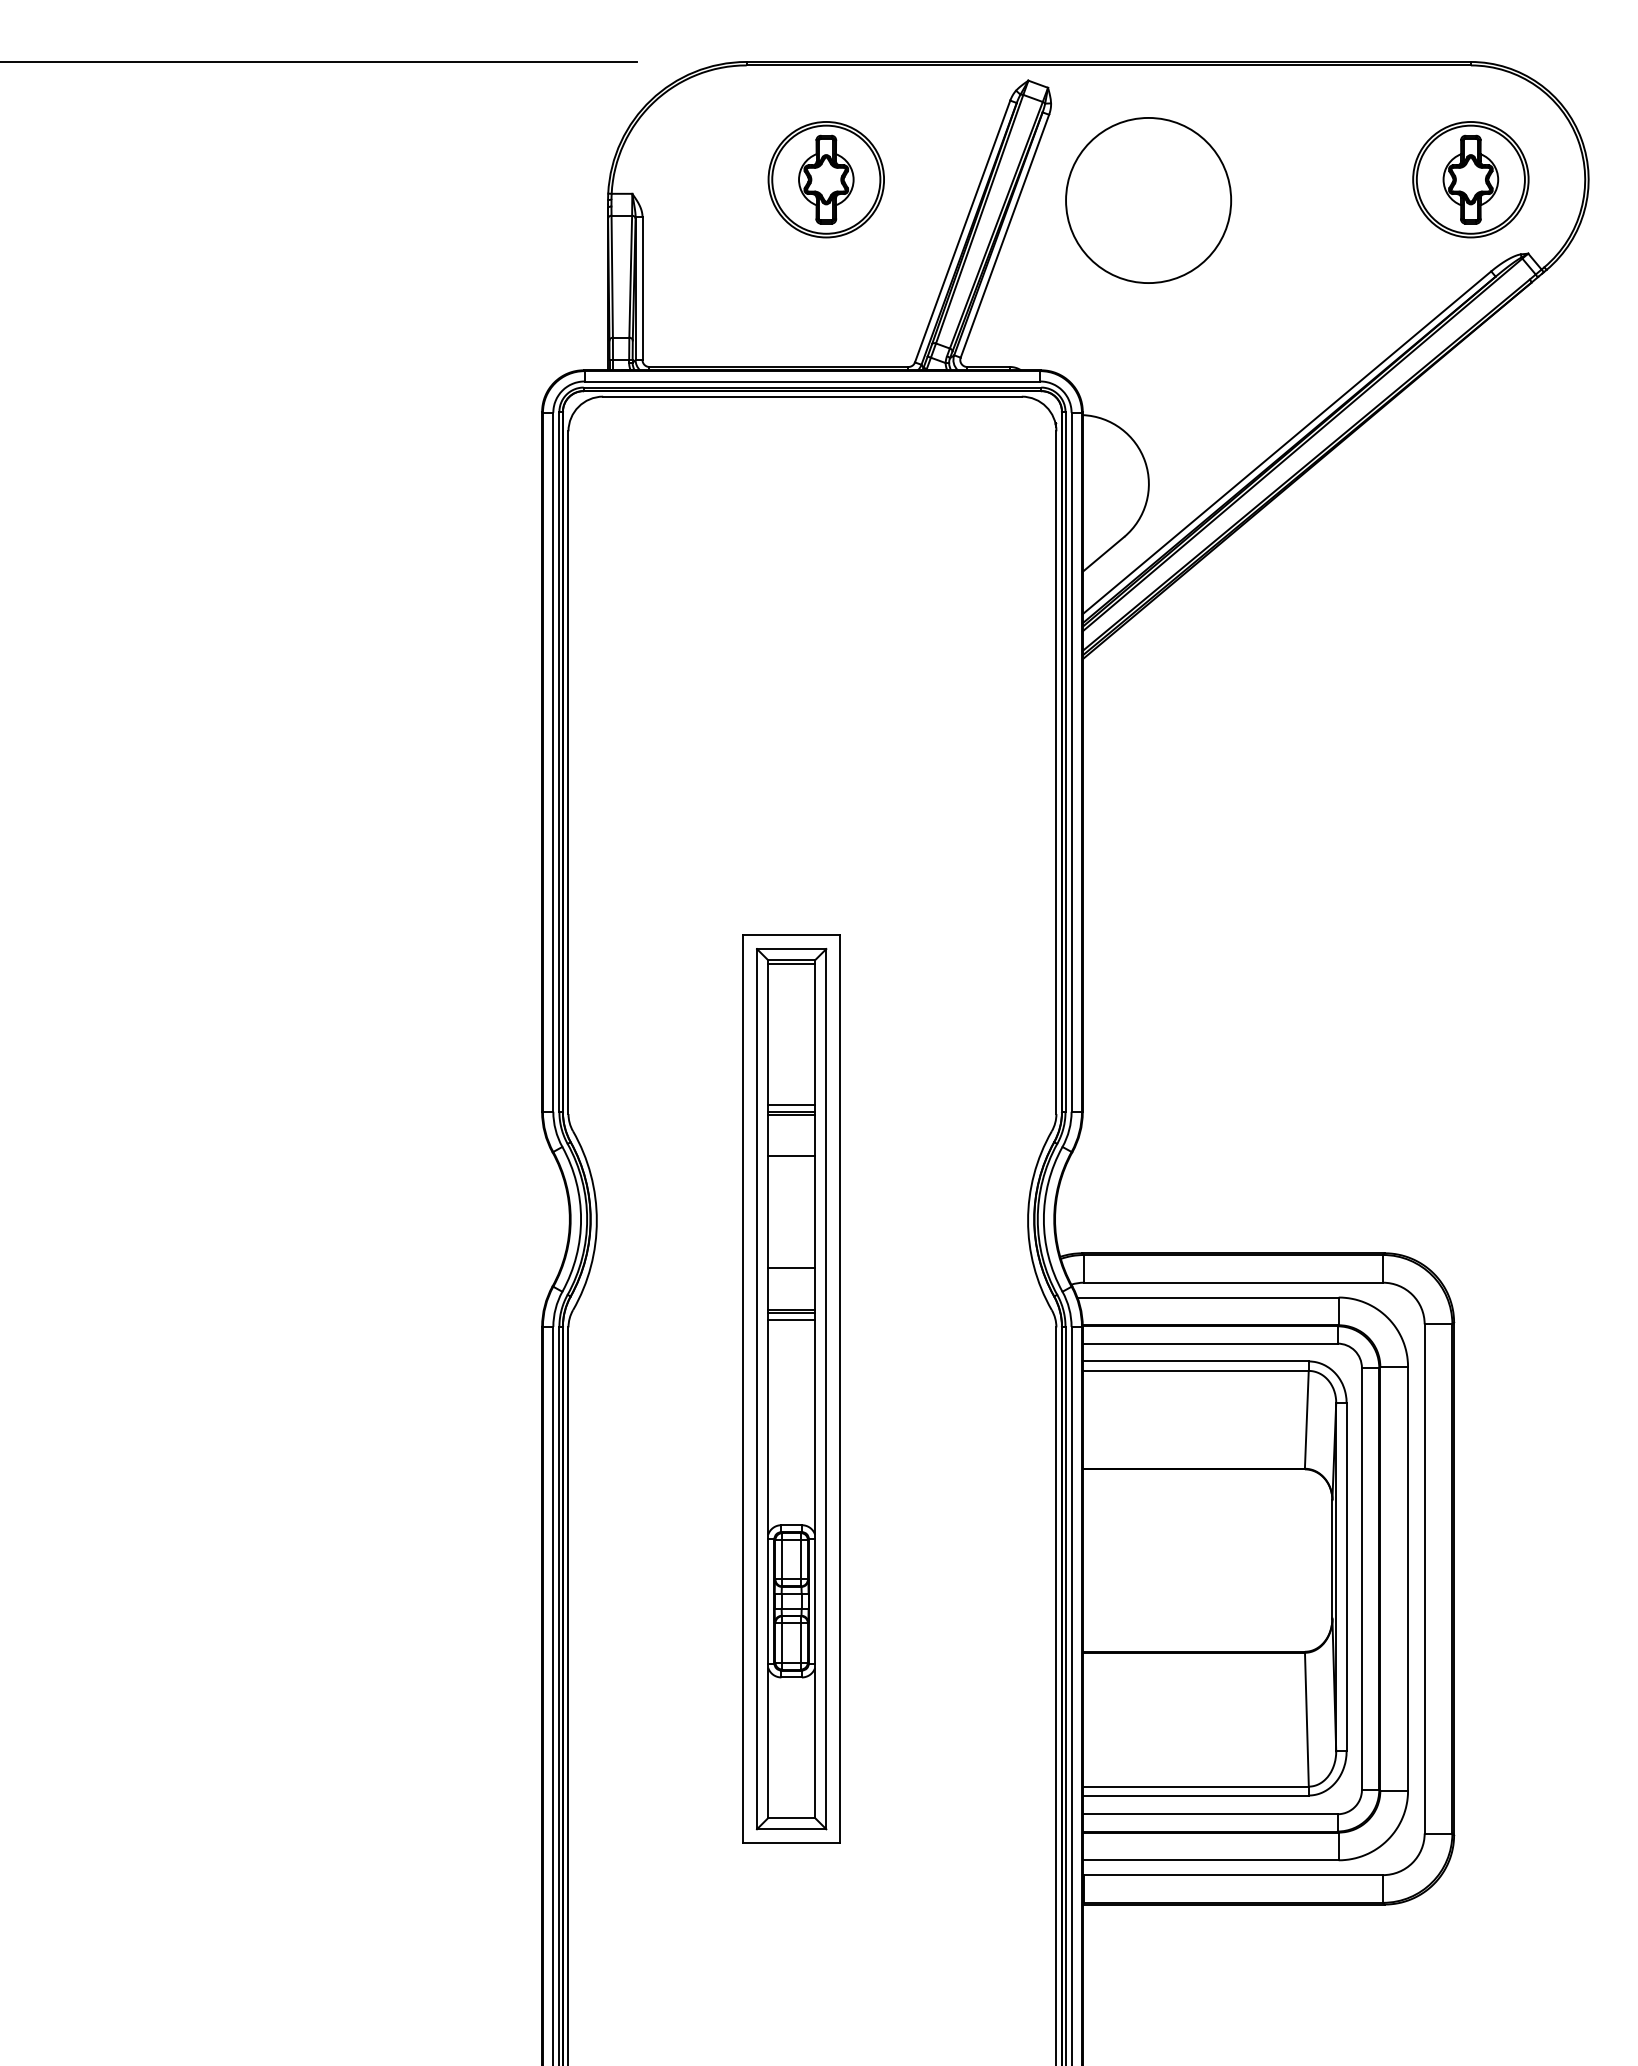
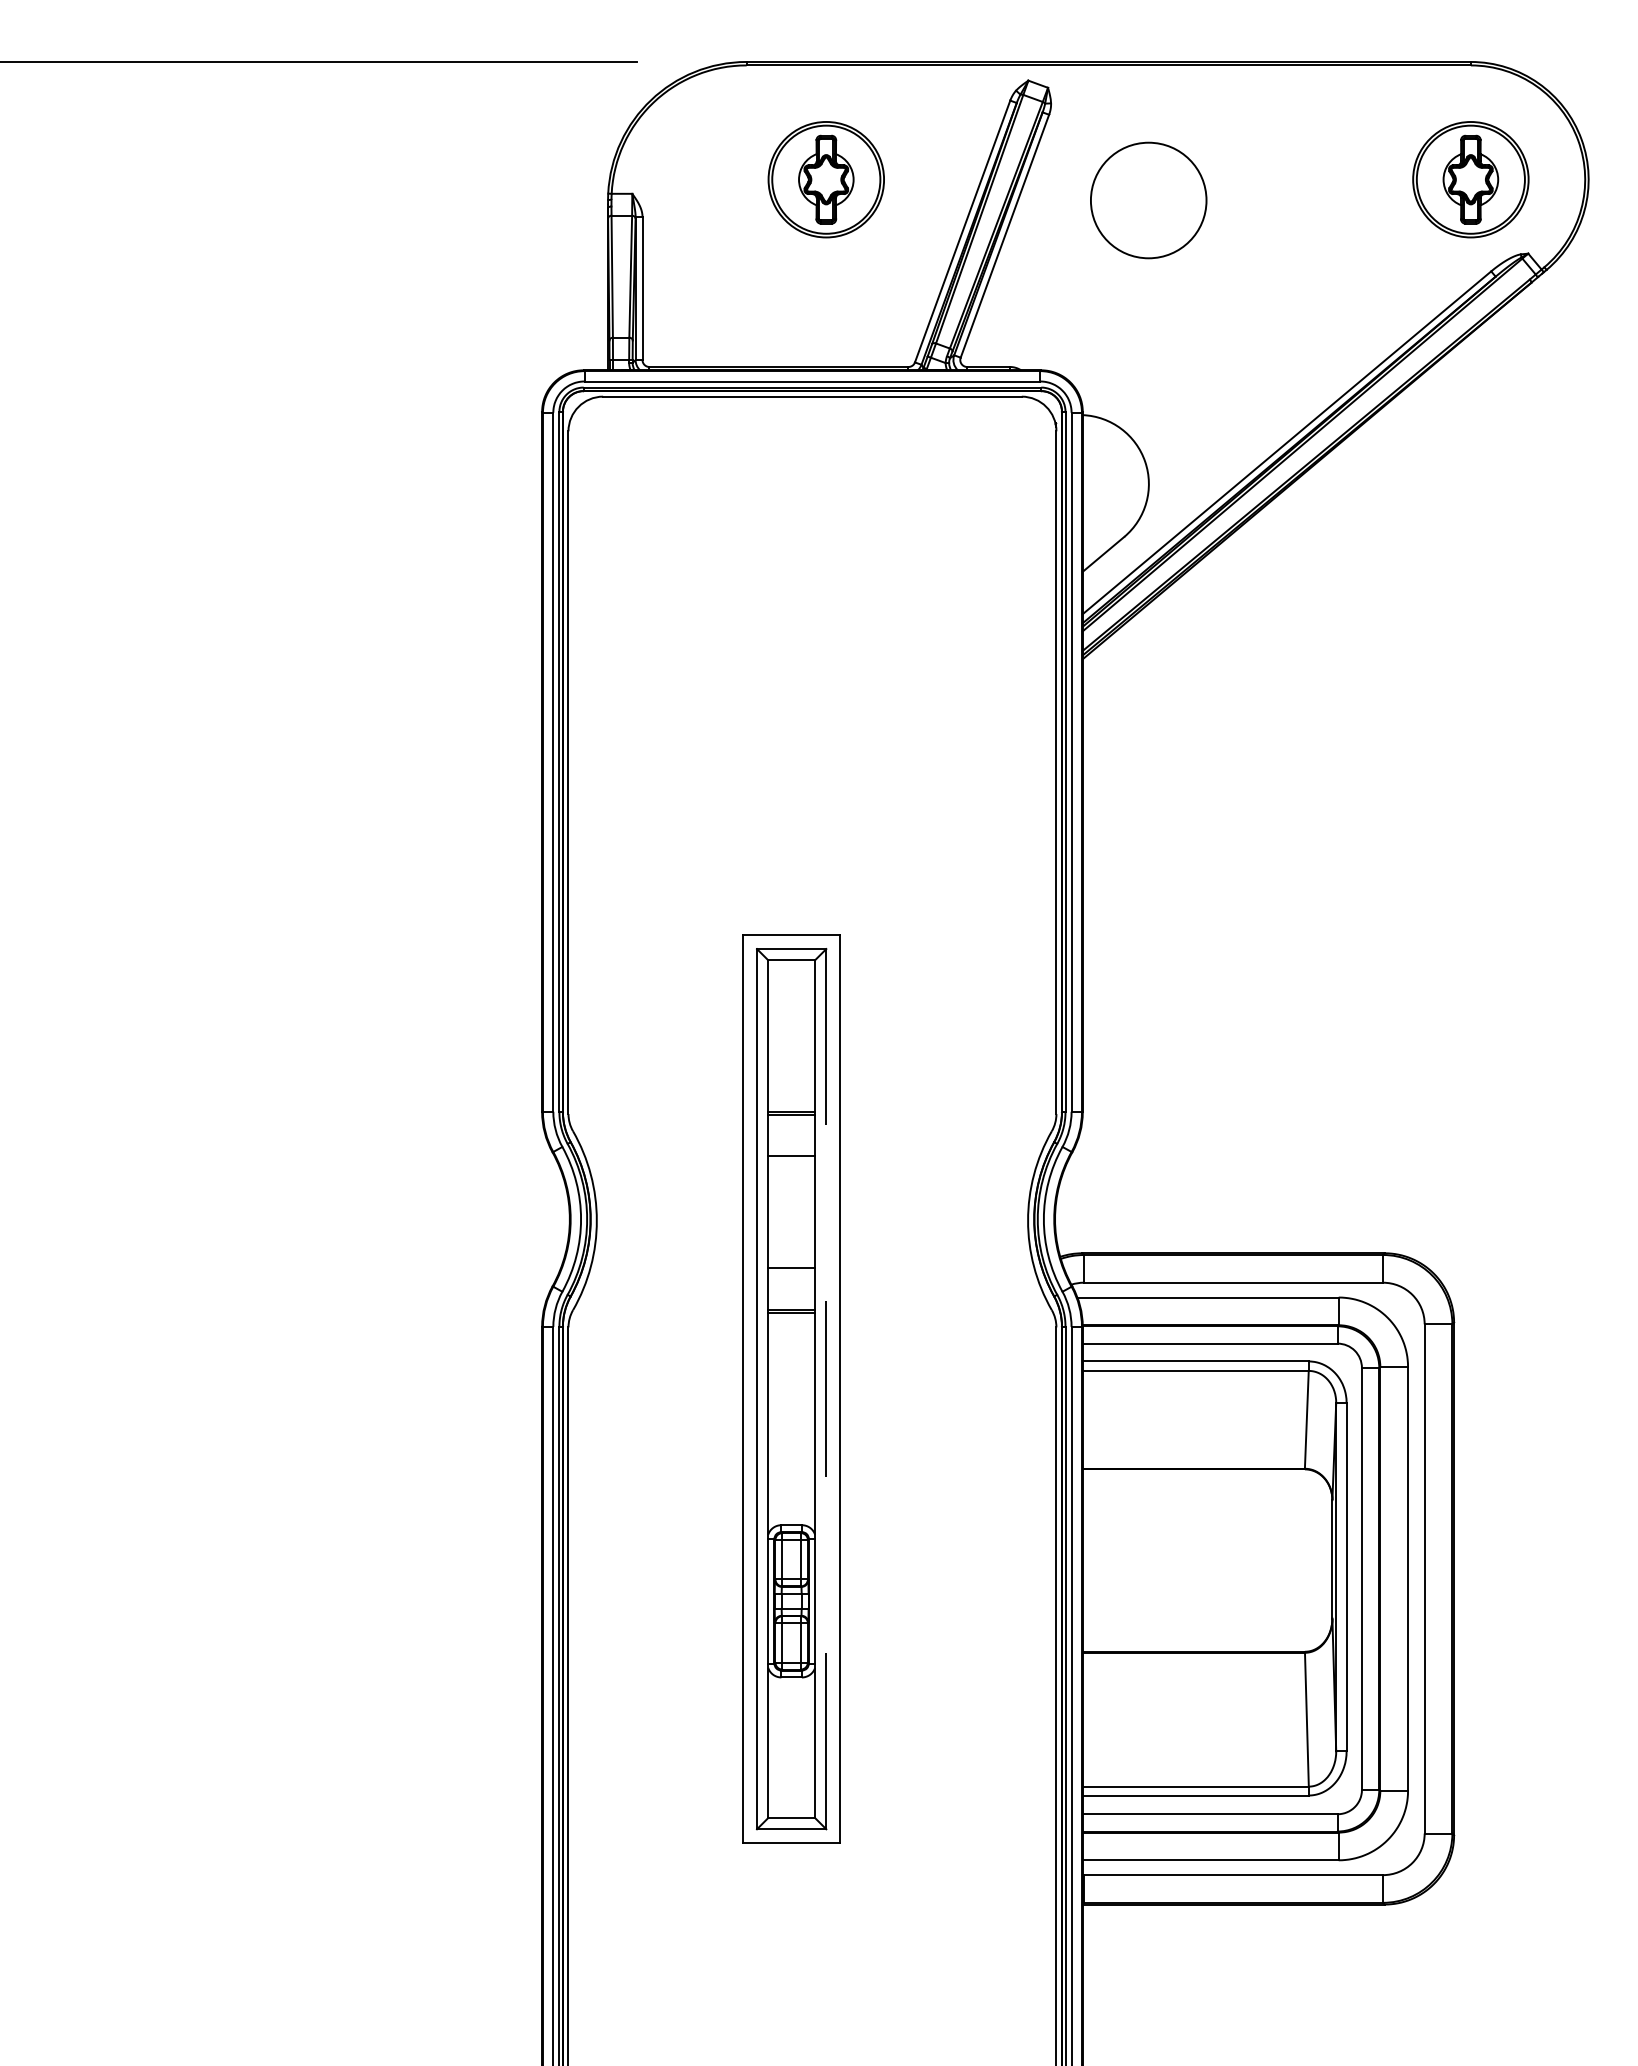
circle at (1148, 200) size: 168x167 px -> 118x119 px
line at (791, 964): present -> none
line at (791, 1104): present -> none
line at (791, 1319): present -> none
line at (826, 1388): solid -> dashed
